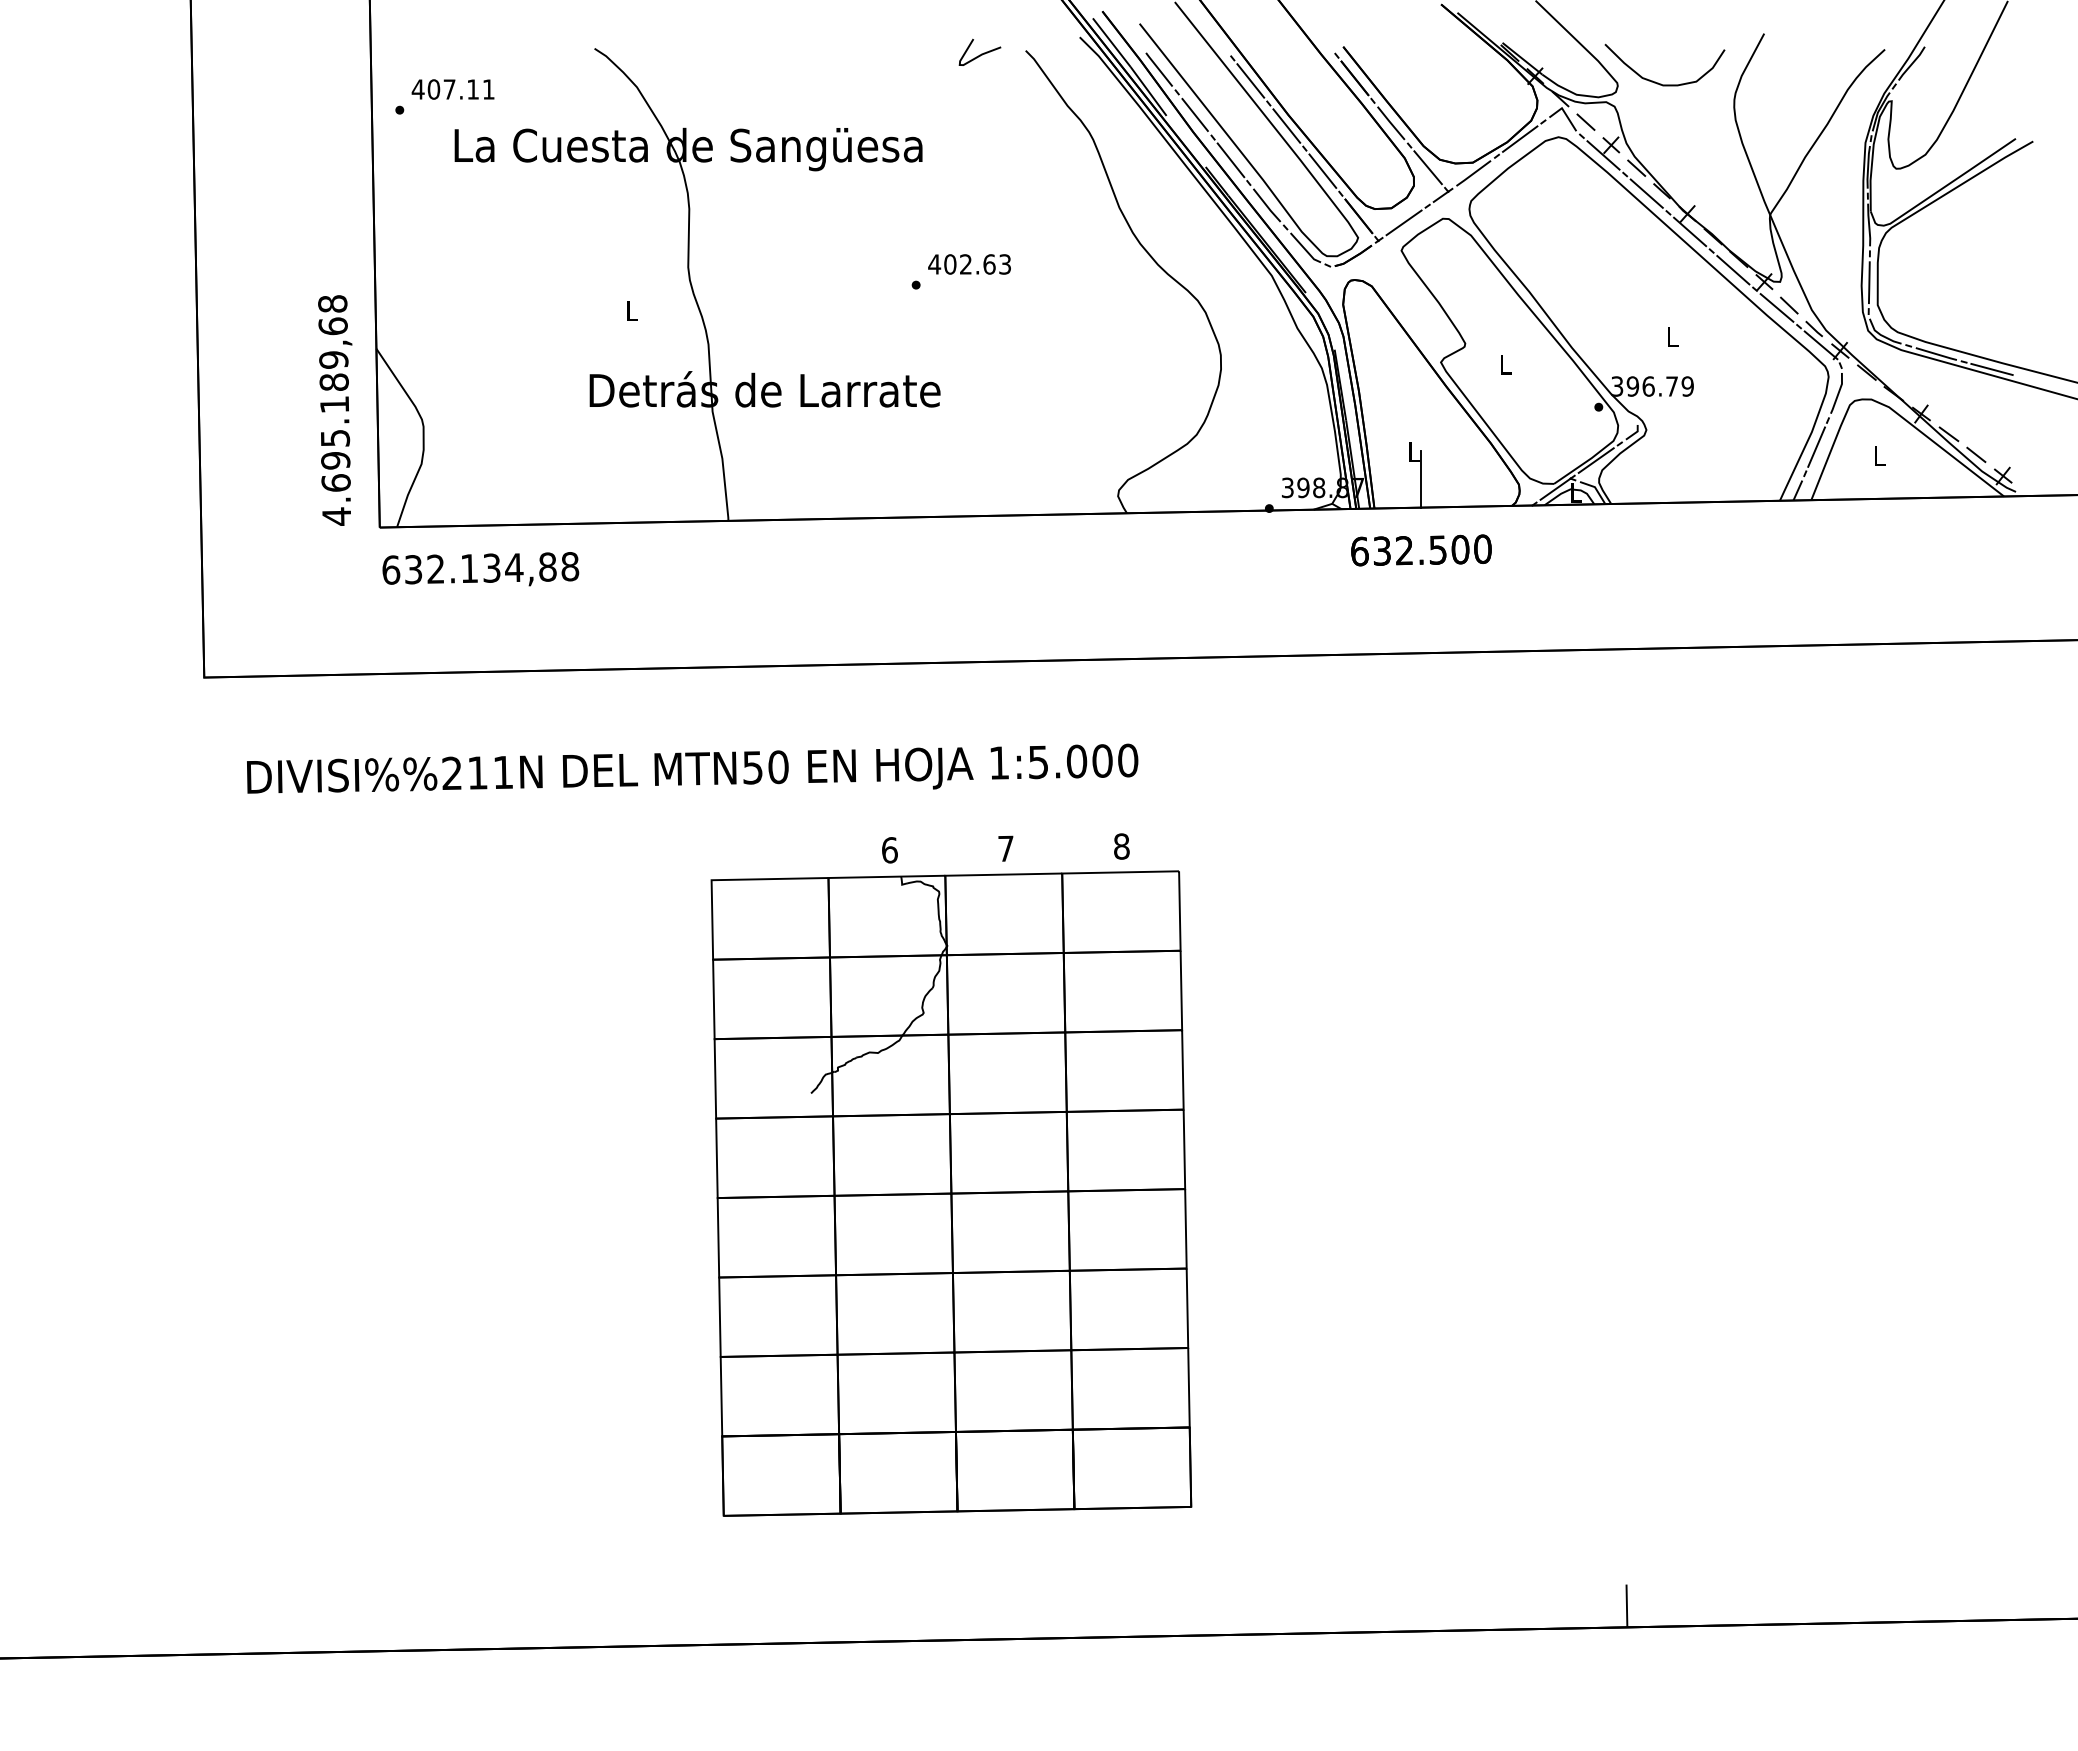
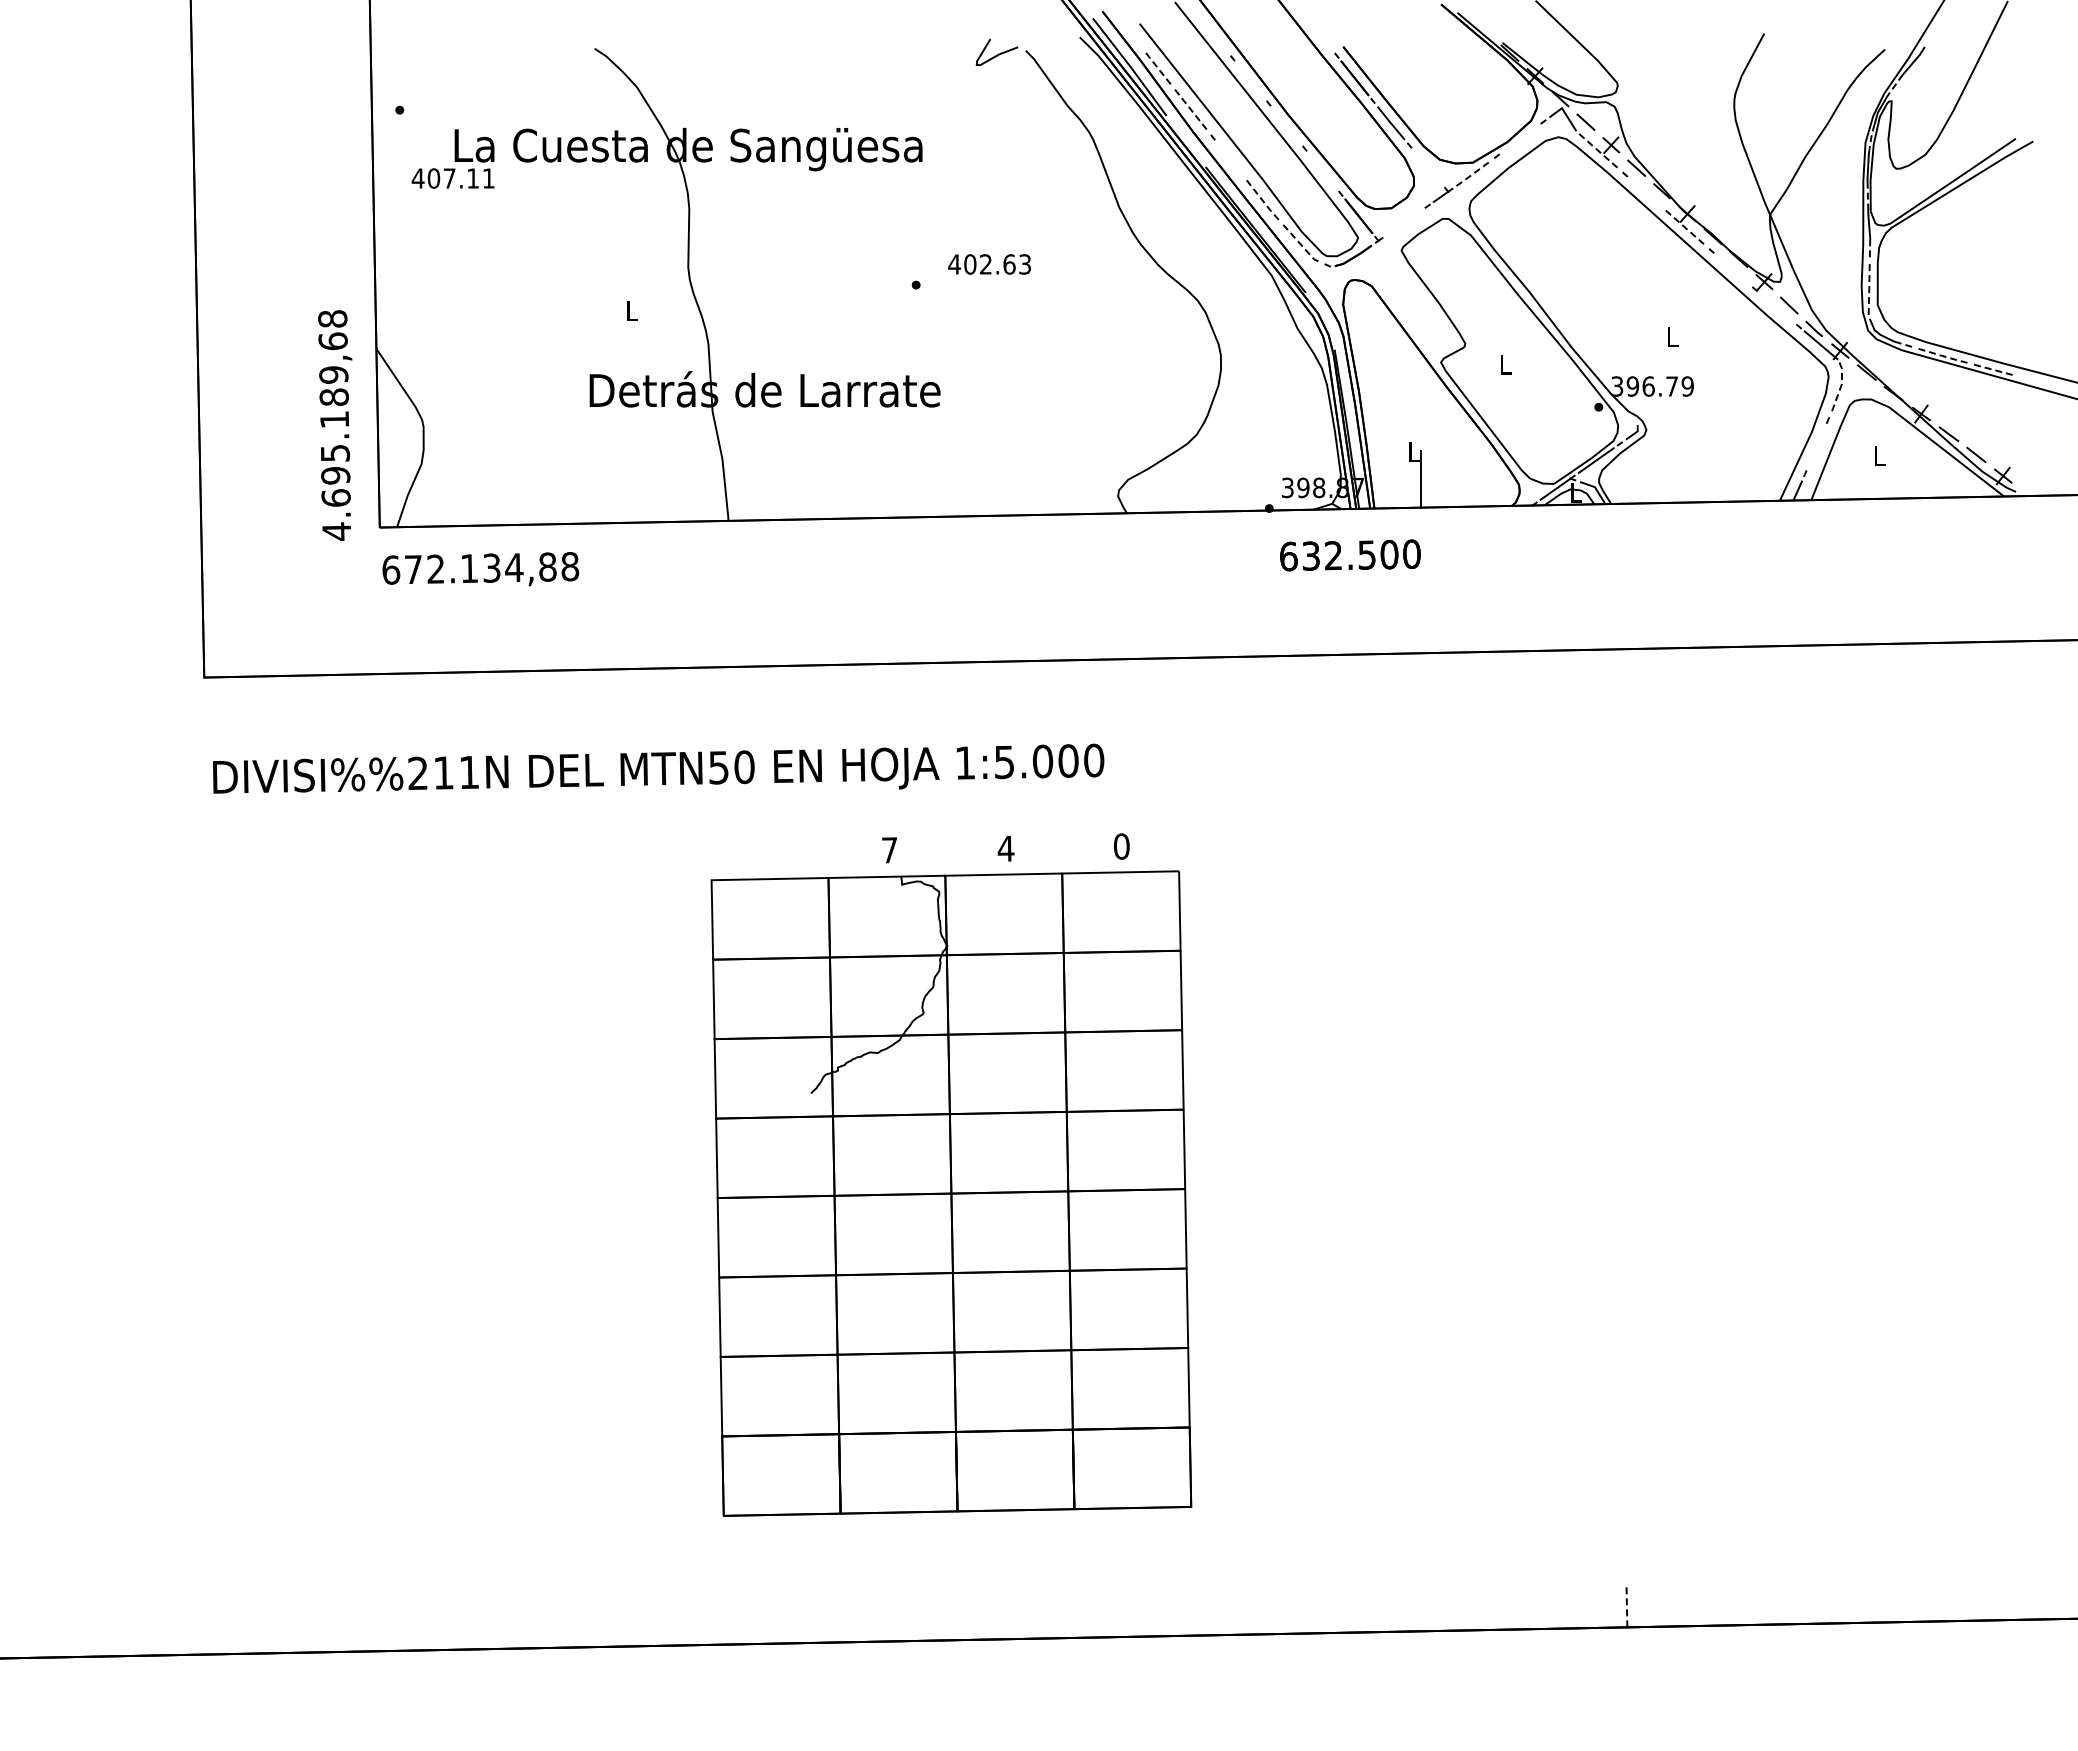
curve at (981, 53) position: (981, 53) -> (998, 53)
line at (1158, 69): solid -> dashed
line at (1250, 80): present -> none
curve at (1658, 82): present -> none
text at (452, 89) position: (452, 89) -> (452, 178)
line at (1196, 116): solid -> dashed
line at (1286, 125): present -> none
line at (1520, 138): present -> none
line at (1603, 155): solid -> dashed
line at (1230, 160): present -> none
line at (1427, 167): present -> none
line at (1322, 170): present -> none
line at (1473, 173): solid -> dashed
line at (1646, 193): present -> none
line at (1267, 206): solid -> dashed
line at (1403, 222): present -> none
line at (1690, 232): solid -> dashed
line at (1305, 249): solid -> dashed
text at (969, 264) position: (969, 264) -> (989, 264)
line at (1733, 270): present -> none
line at (1869, 282): solid -> dashed
line at (1776, 307): present -> none
line at (1936, 354): solid -> dashed
line at (1991, 369): solid -> dashed
line at (1838, 394): solid -> dashed
text at (335, 410) position: (335, 410) -> (335, 425)
line at (1816, 446): present -> none
text at (1421, 550) position: (1421, 550) -> (1350, 555)
text at (413, 569): 632.134,88 -> 672.134,88
text at (692, 768) position: (692, 768) -> (658, 768)
text at (1121, 846): 8 -> 0
text at (1005, 848): 7 -> 4
text at (889, 850): 6 -> 7
line at (1626, 1605): solid -> dashed
